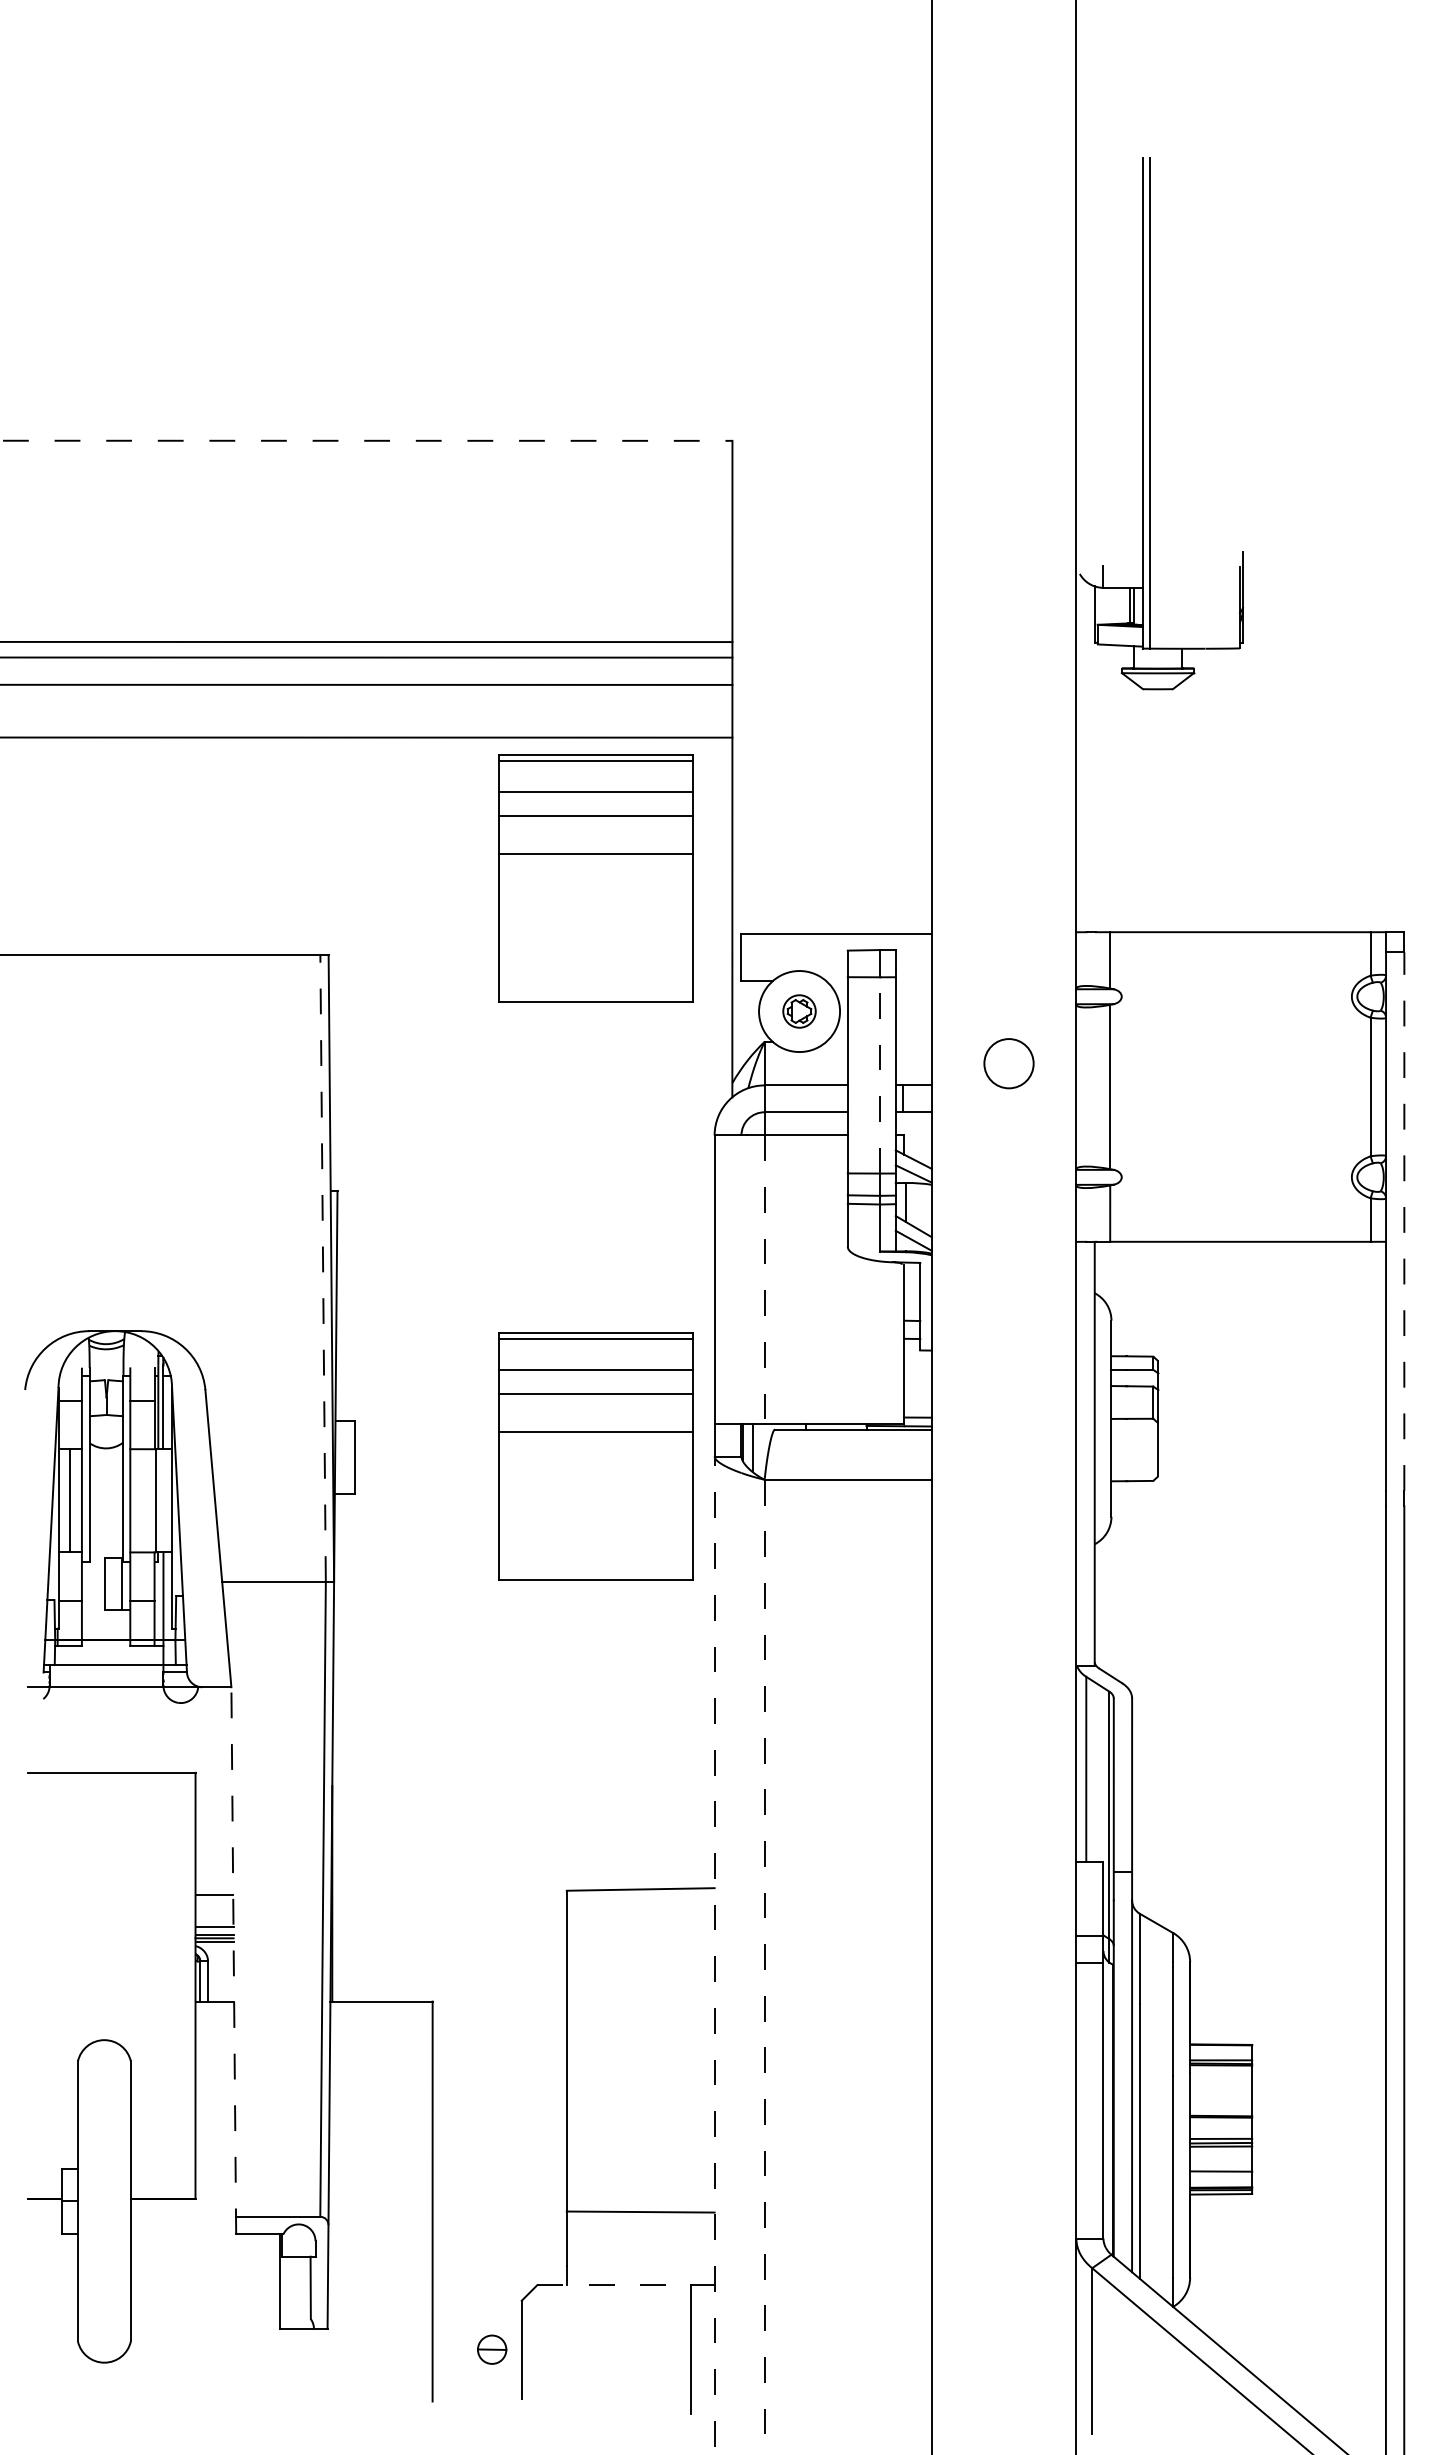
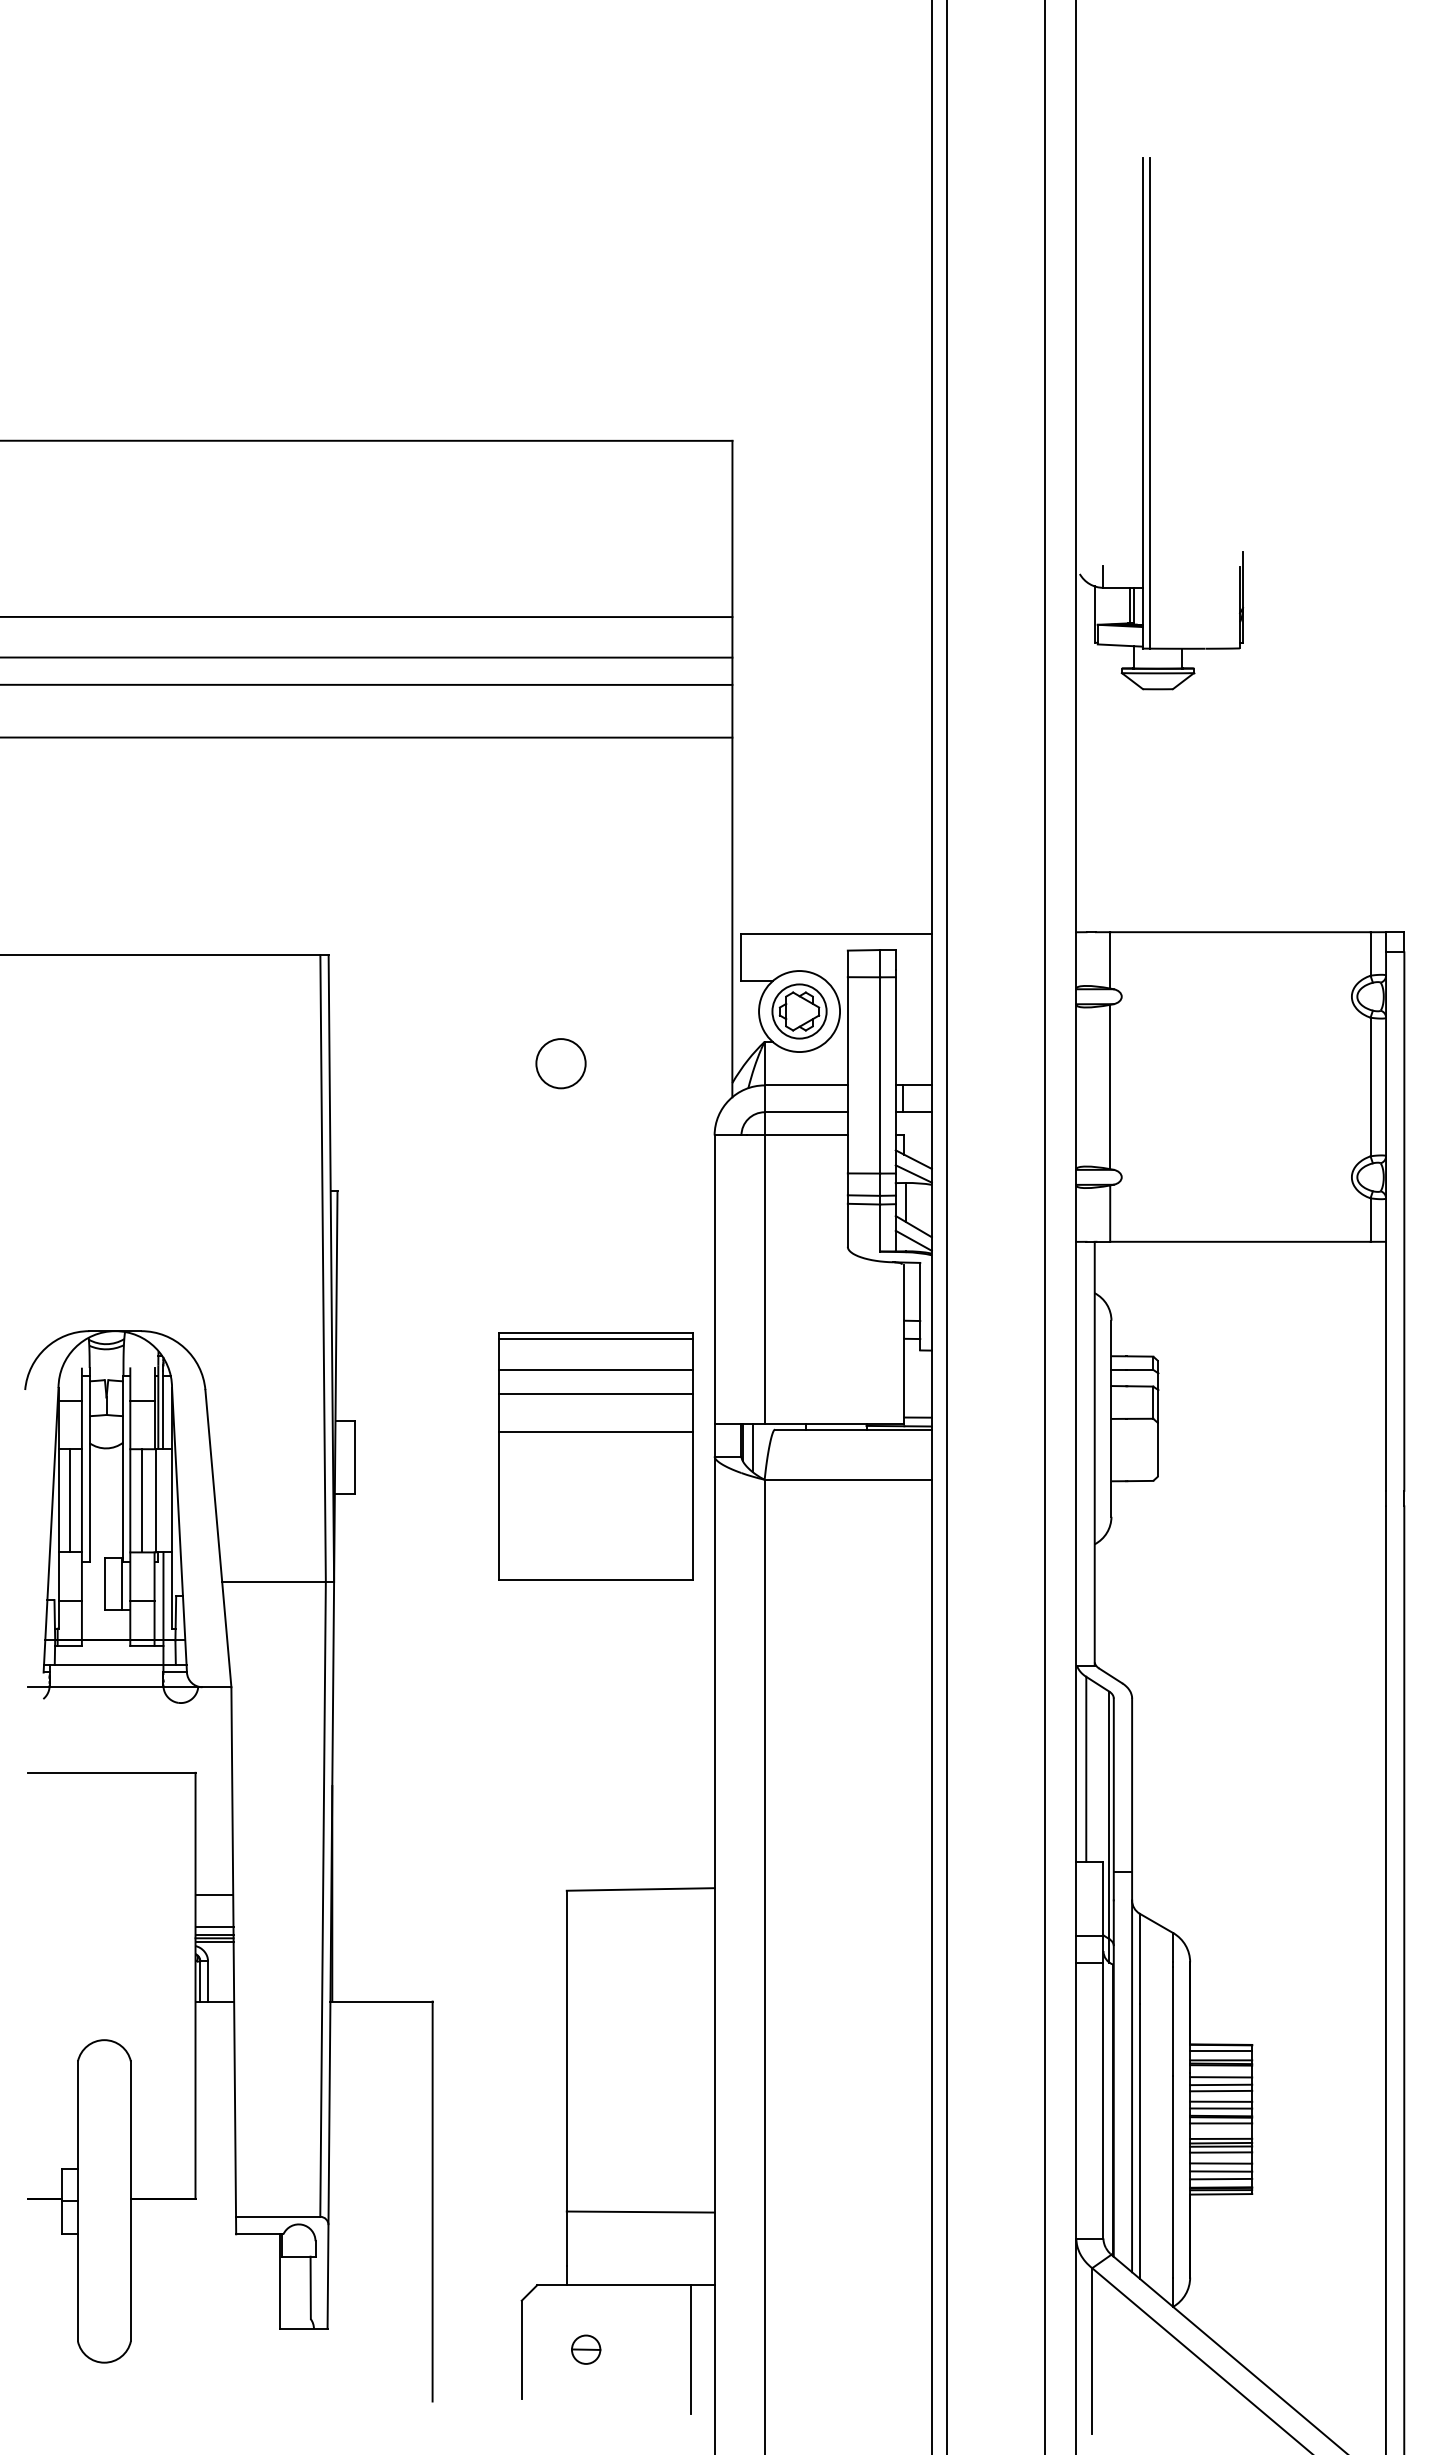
line at (366, 440): dashed -> solid
line at (367, 641) position: (367, 641) -> (367, 616)
part at (595, 878): present -> none
part at (799, 1011) size: 35x35 px -> 57x57 px
circle at (1008, 1063) position: (1008, 1063) -> (560, 1063)
line at (880, 1074): dashed -> solid
line at (1404, 1221): dashed -> solid
line at (947, 1226): none -> present
line at (1045, 1226): none -> present
line at (323, 1268): dashed -> solid
line at (764, 1280): dashed -> solid
line at (141, 1500): none -> present
line at (714, 1955): dashed -> solid
line at (233, 1960): dashed -> solid
line at (764, 1967): dashed -> solid
line at (1221, 2050): none -> present
line at (1221, 2077): none -> present
line at (1221, 2084): none -> present
line at (1221, 2090): none -> present
line at (1221, 2101): none -> present
line at (1221, 2108): none -> present
line at (1221, 2123): none -> present
line at (1221, 2152): none -> present
line at (1221, 2163): none -> present
line at (1221, 2178): none -> present
line at (614, 2285): dashed -> solid
part at (492, 2349) position: (492, 2349) -> (586, 2349)
